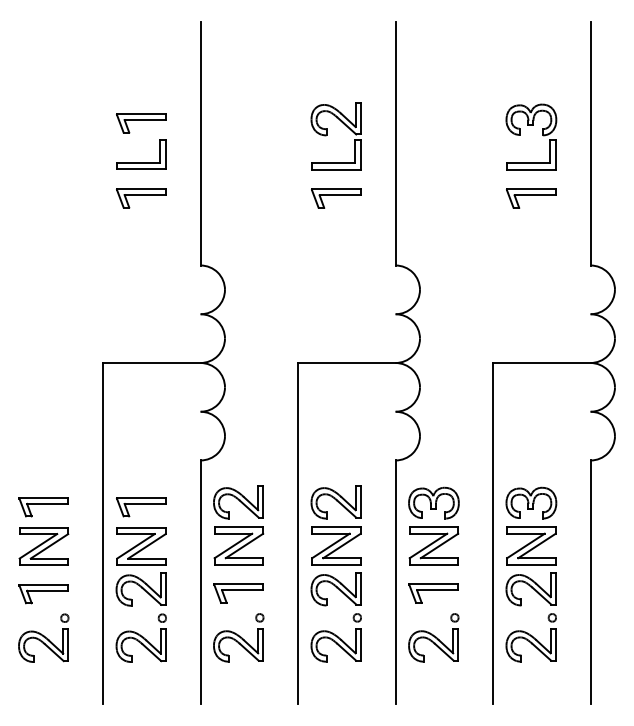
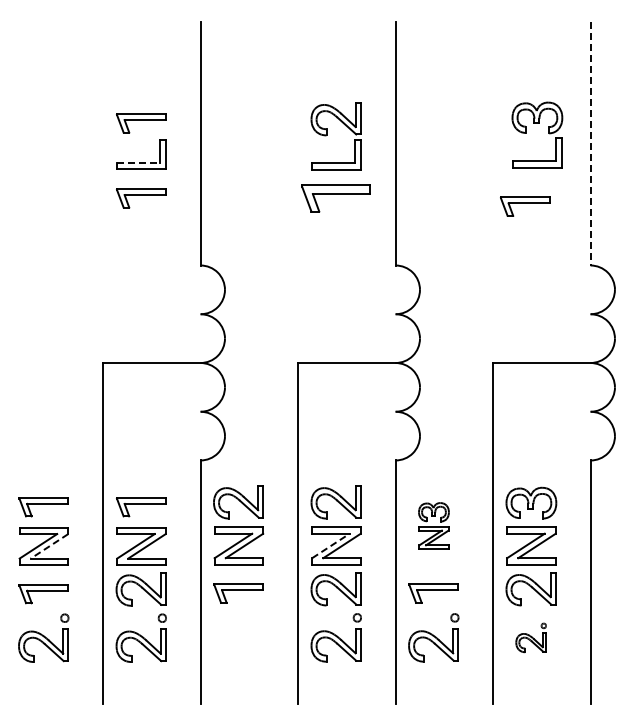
part at (531, 125) position: (531, 125) -> (537, 123)
line at (590, 143): solid -> dashed
line at (138, 162): solid -> dashed
part at (336, 198) size: 51x21 px -> 70x29 px
part at (531, 198) position: (531, 198) -> (525, 206)
part at (433, 525) size: 52x80 px -> 32x48 px
line at (331, 545): solid -> dashed
line at (49, 546): solid -> dashed
part at (238, 637): present -> none
part at (530, 637) size: 52x50 px -> 32x32 px
